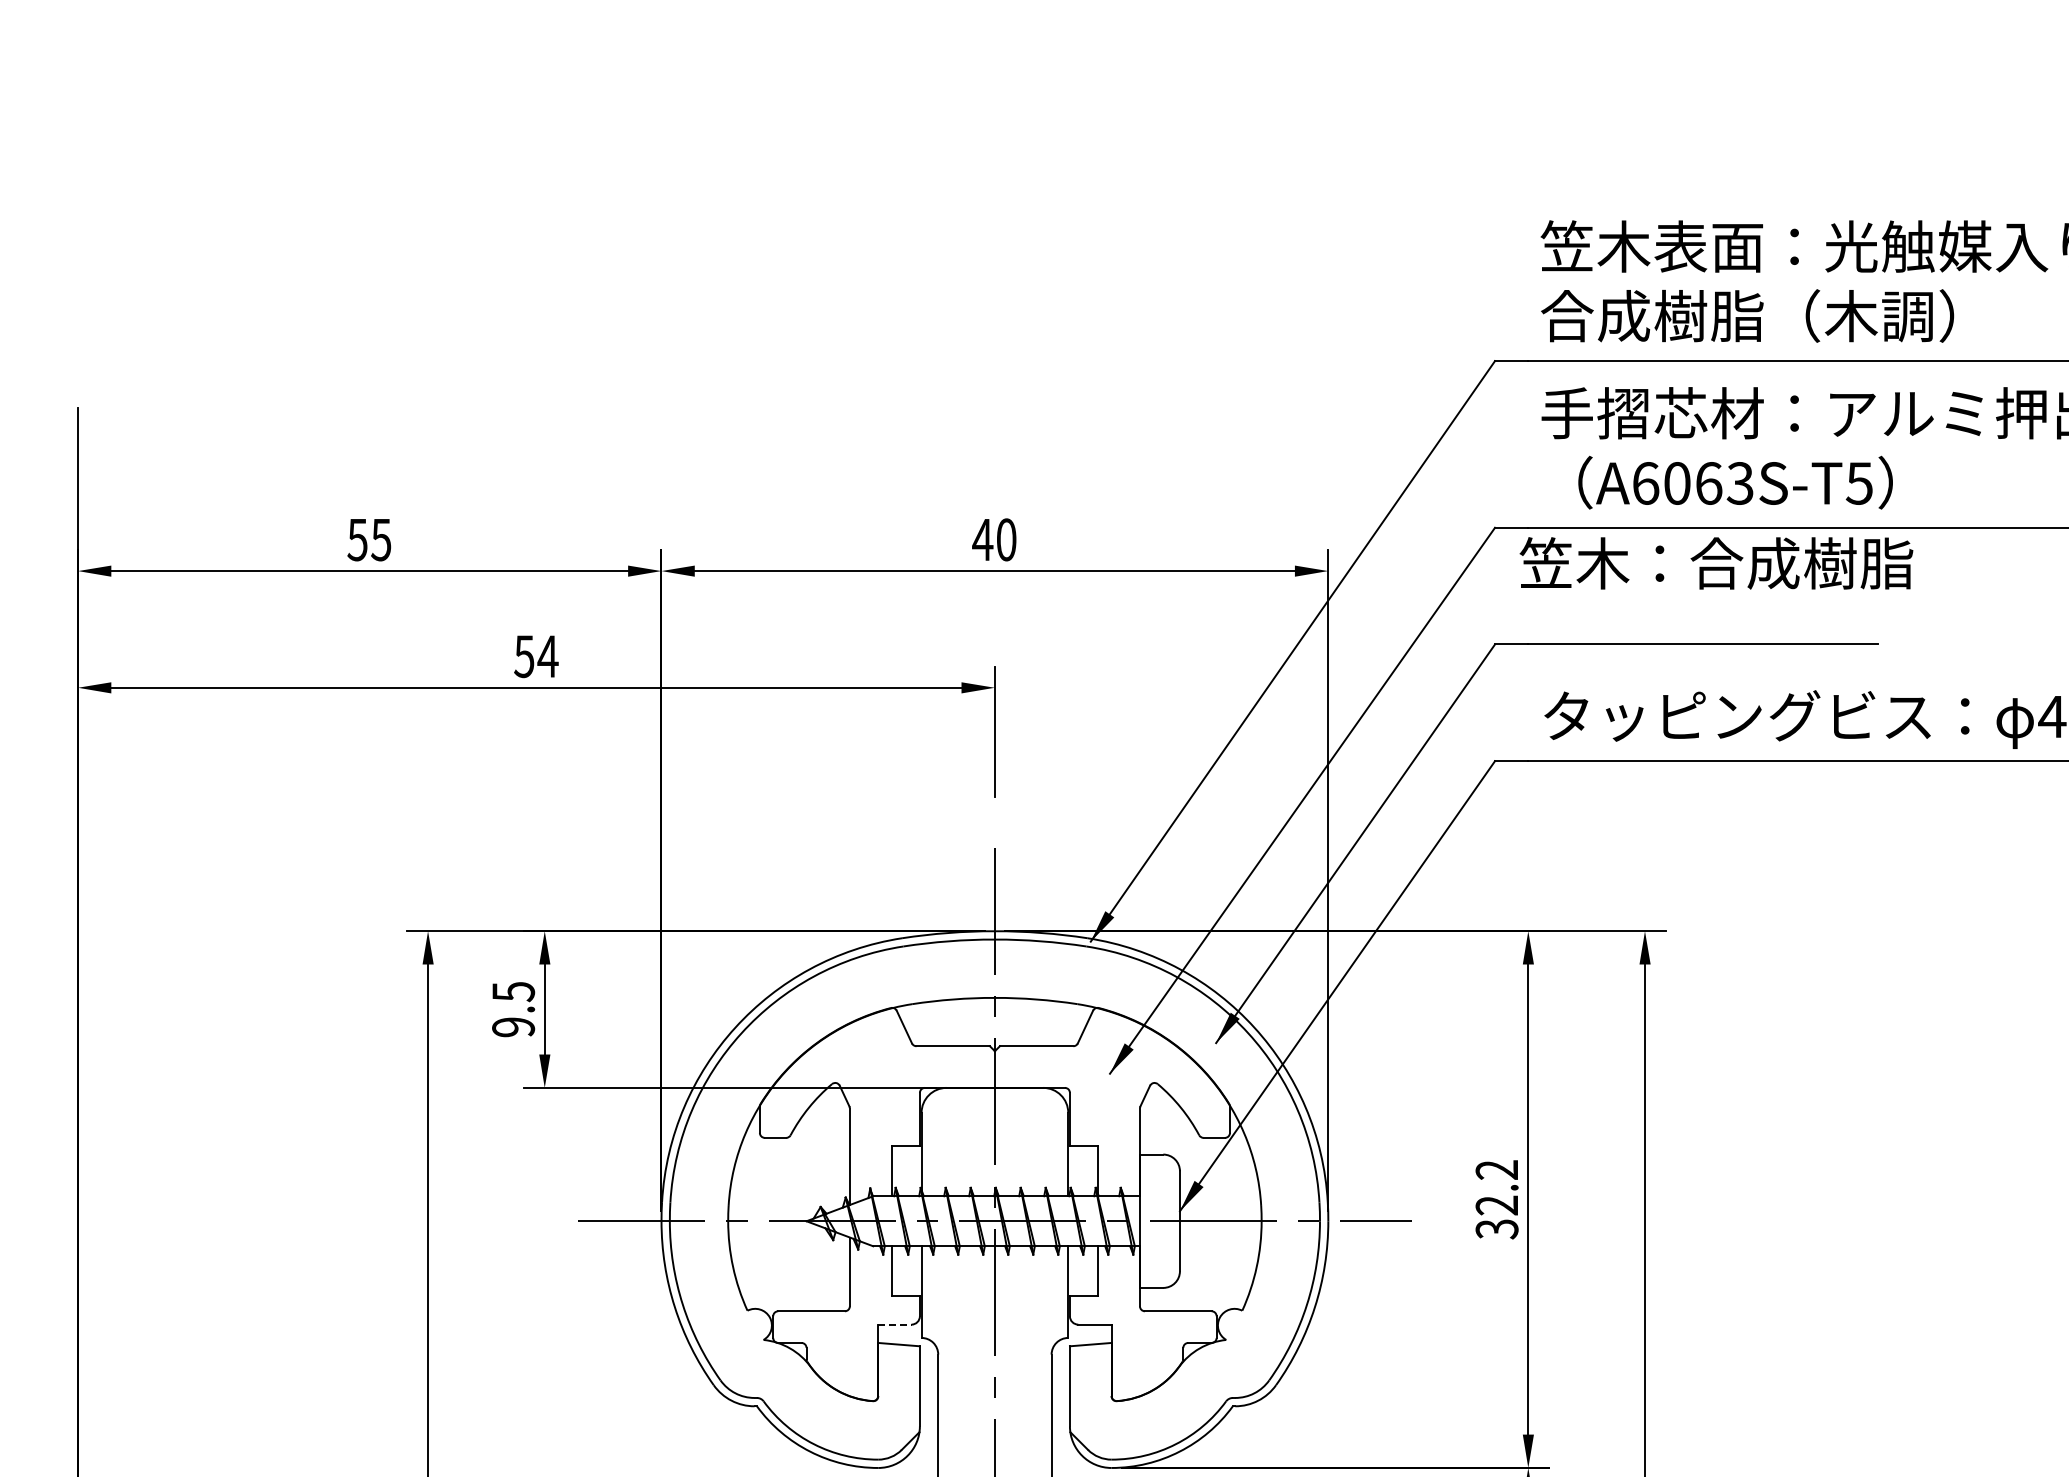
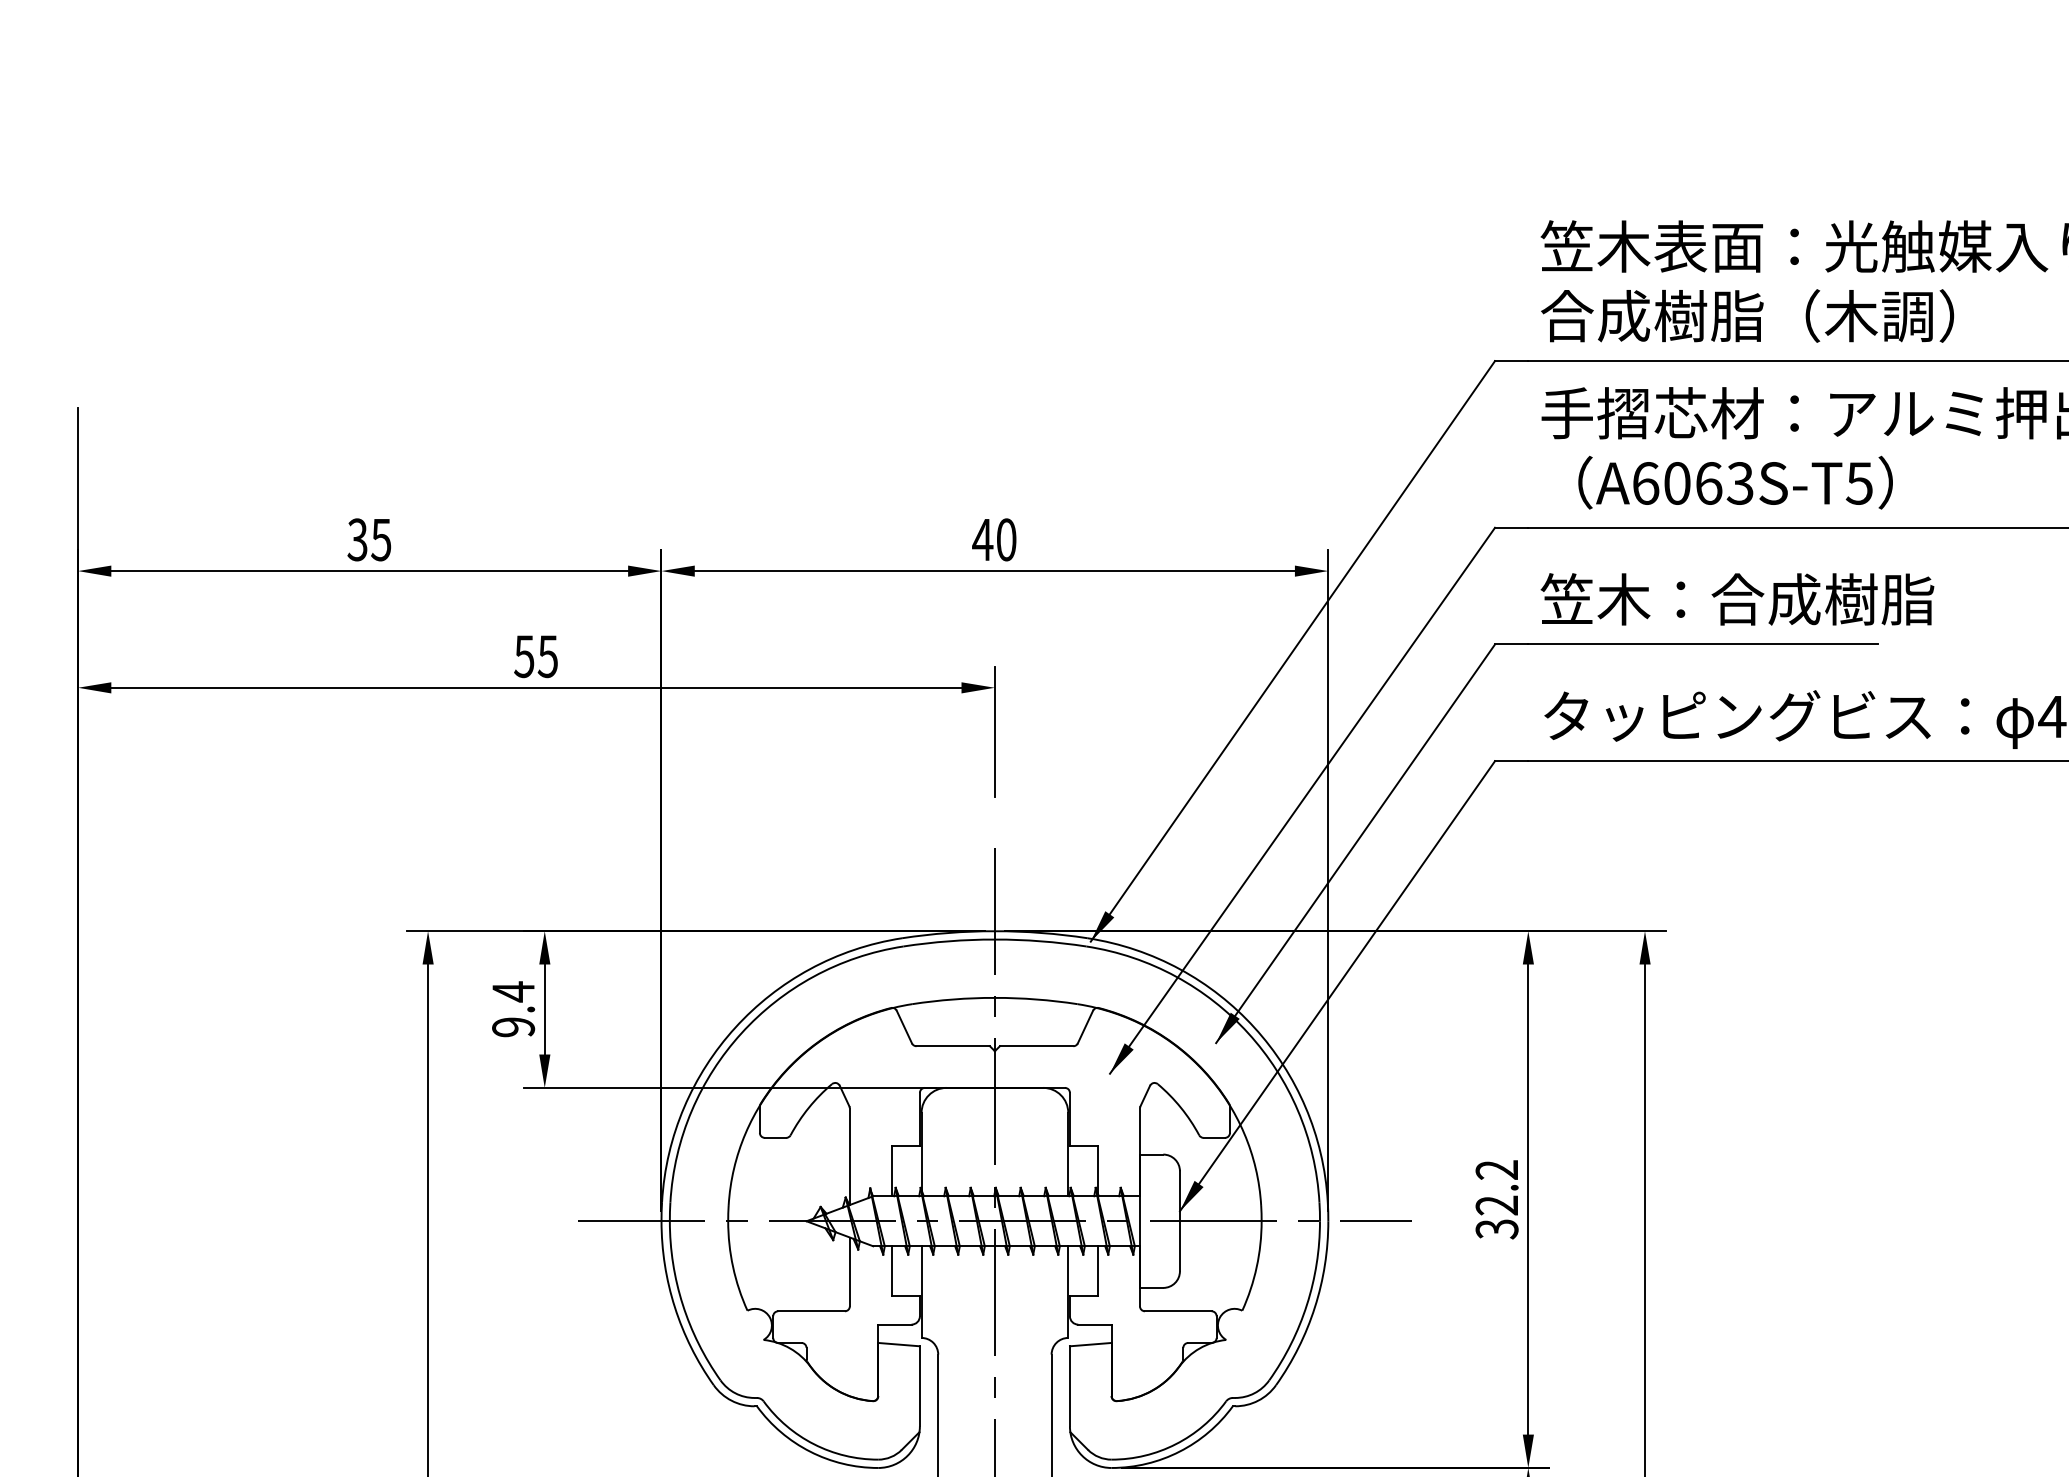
text at (357, 539): 55 -> 35
text at (1716, 563) position: (1716, 563) -> (1737, 599)
text at (547, 656): 54 -> 55
text at (513, 991): 9.5 -> 9.4
line at (894, 1324): dashed -> solid
